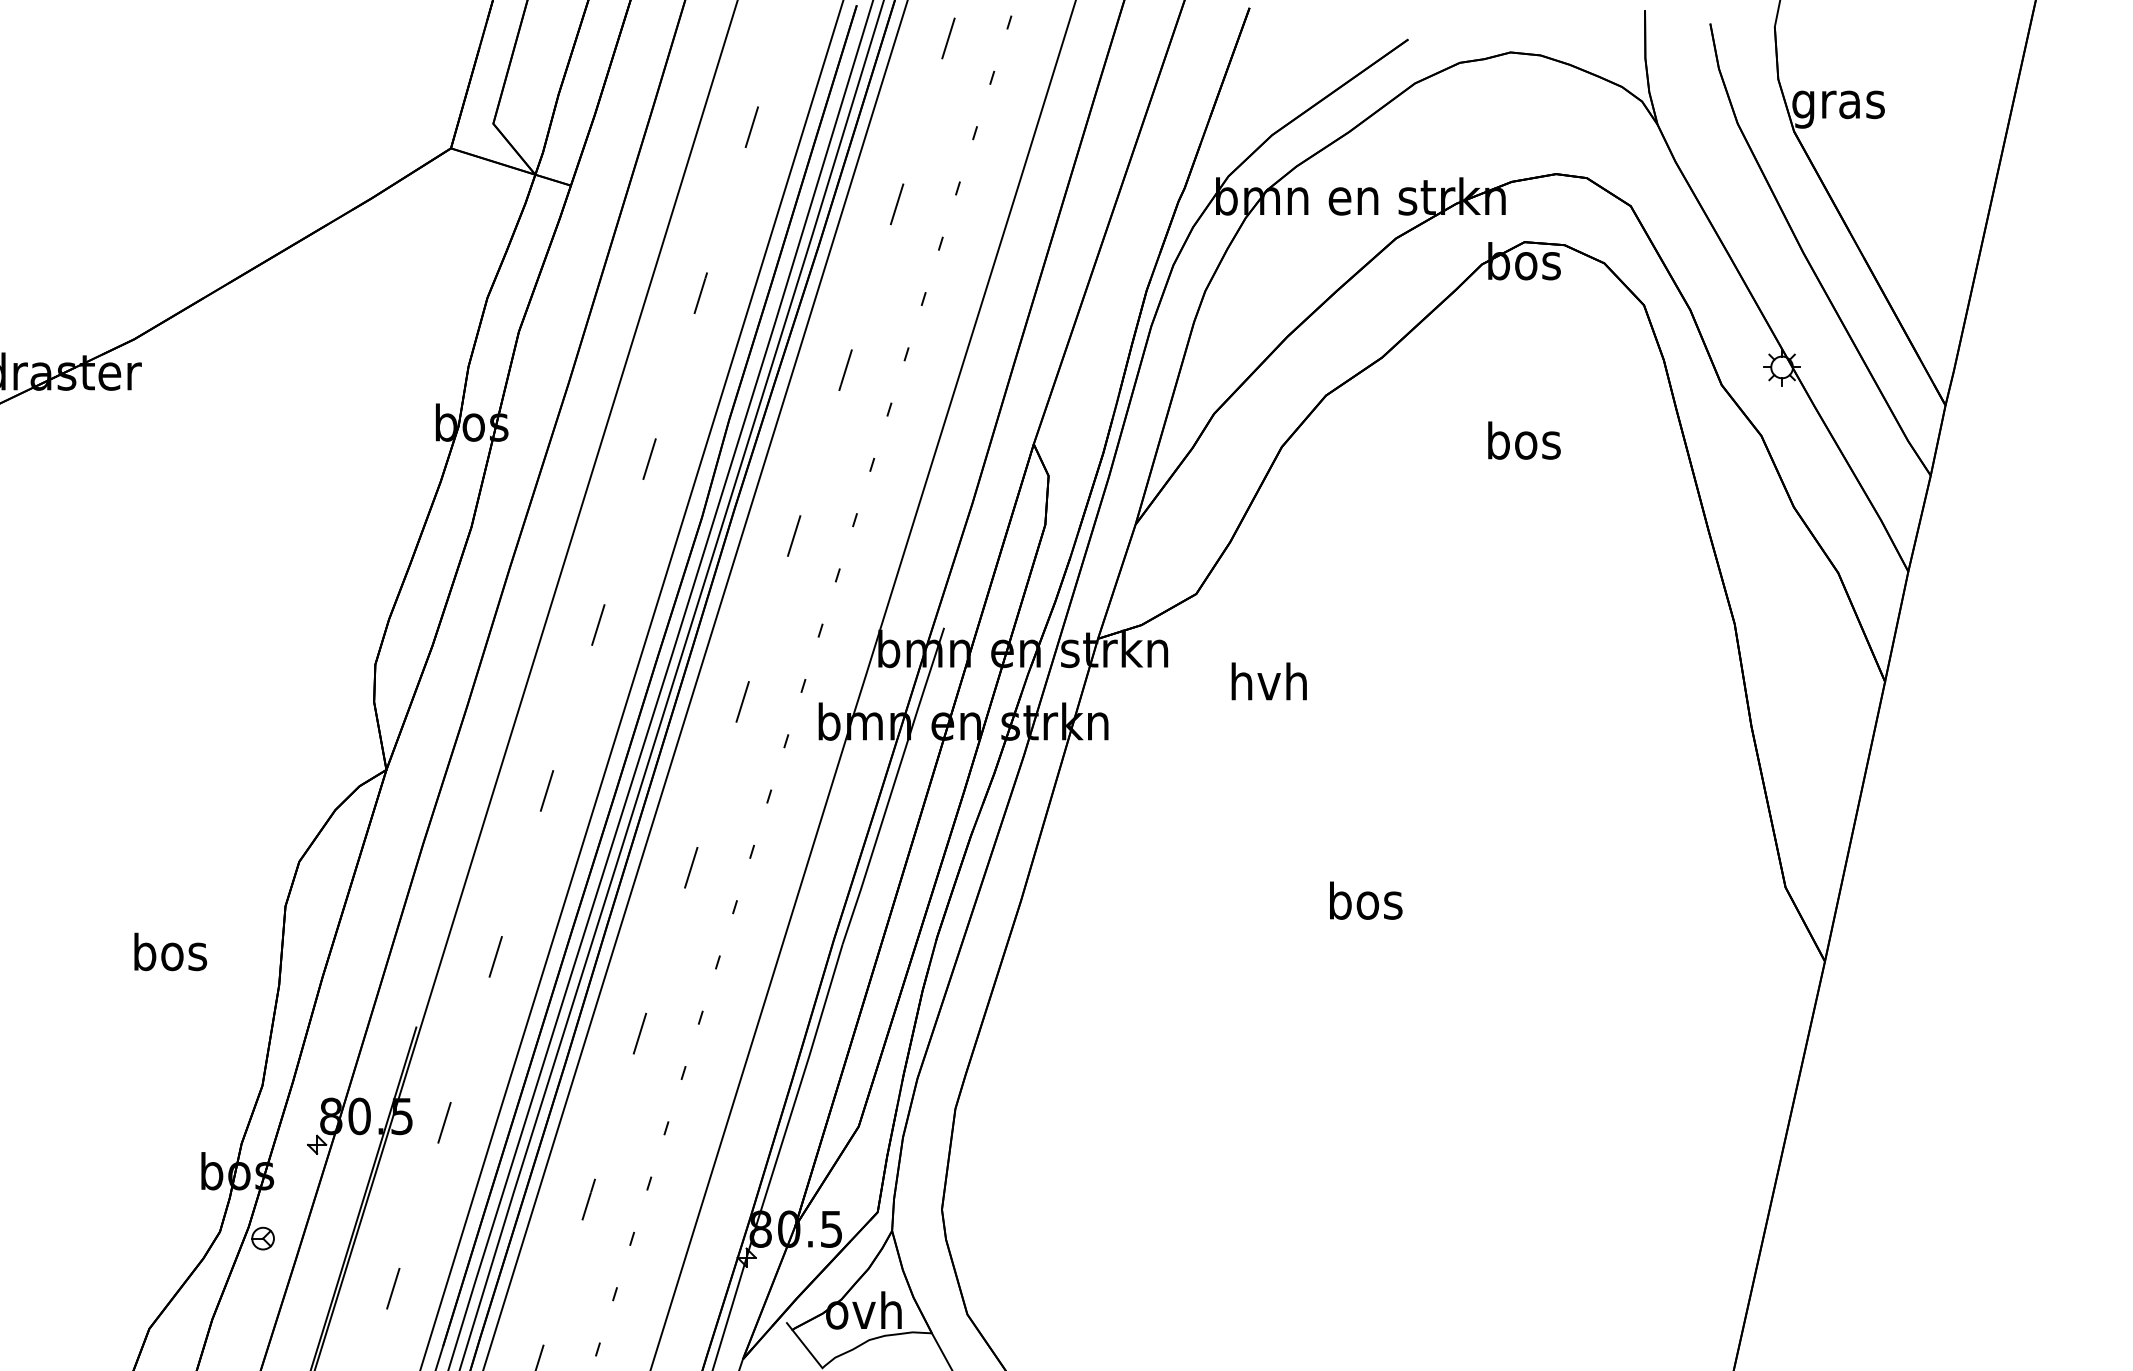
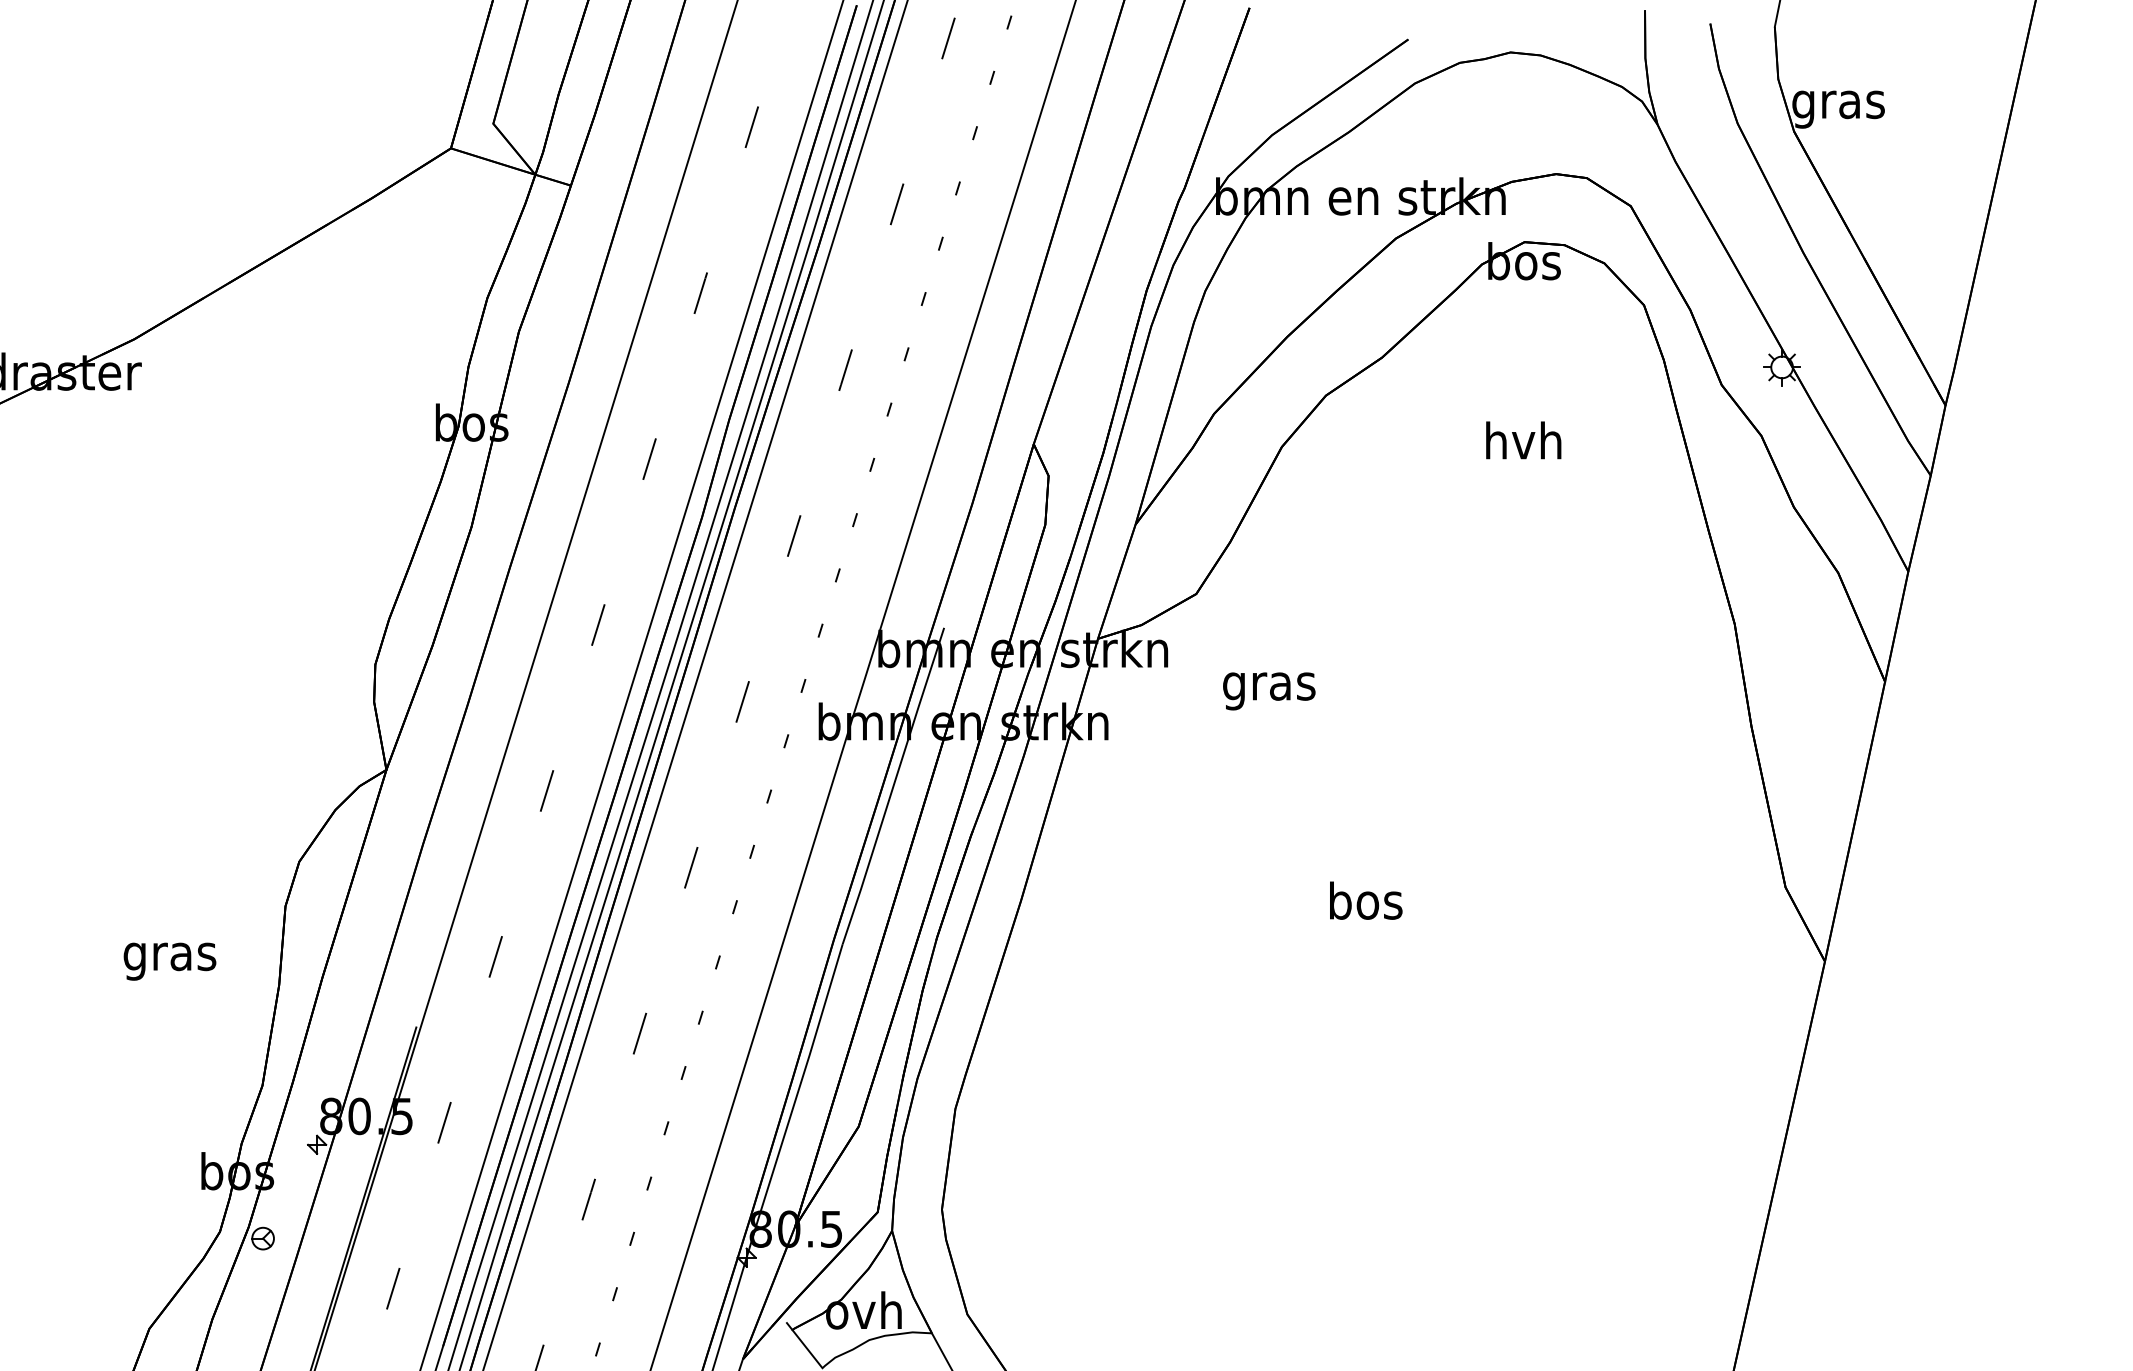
text at (1523, 440): bos -> hvh
text at (1269, 686): hvh -> gras
text at (169, 956): bos -> gras
